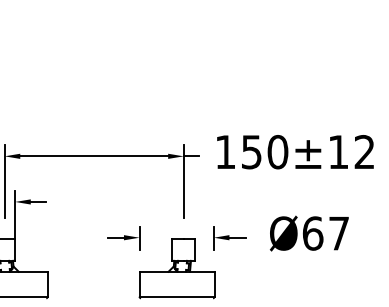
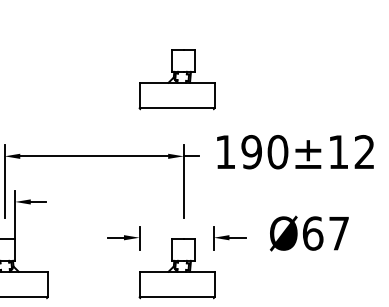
part at (176, 79): none -> present
text at (251, 152): 150±12 -> 190±12
